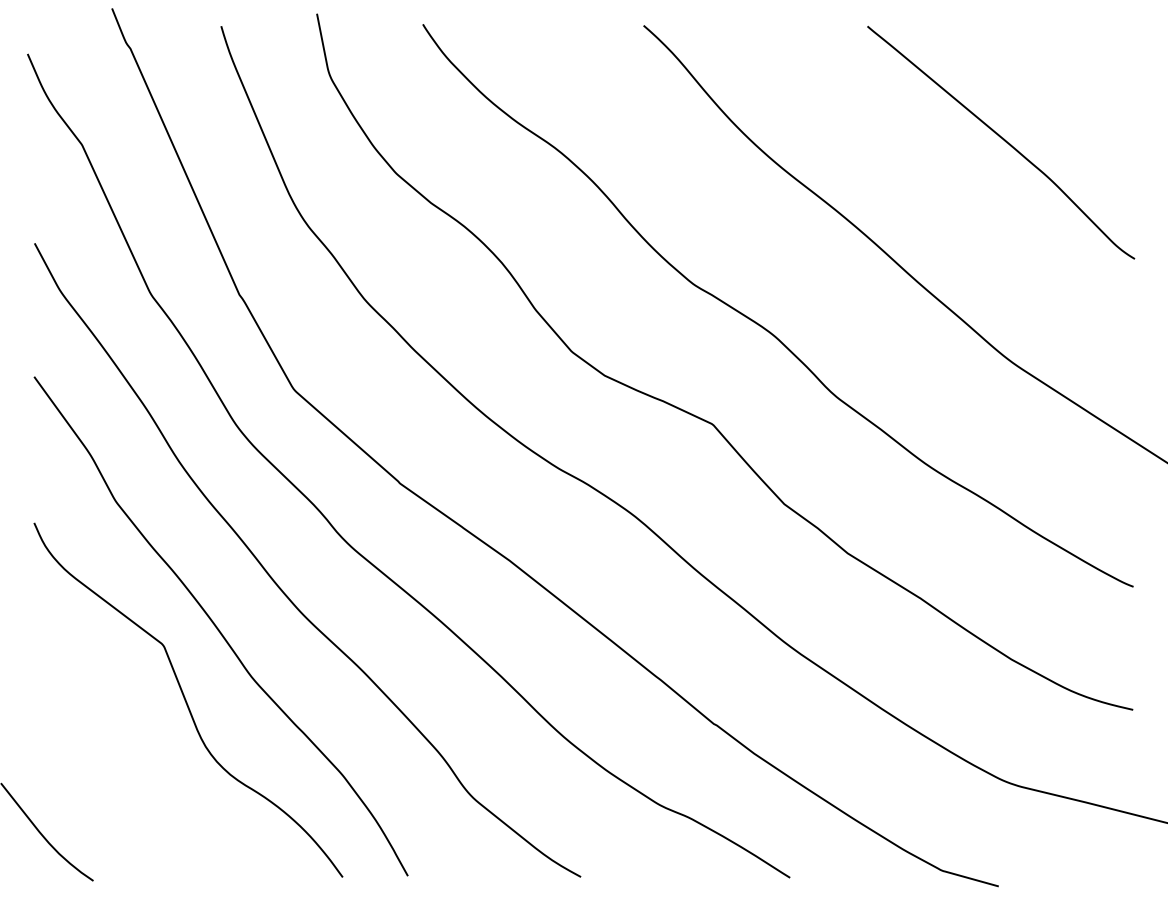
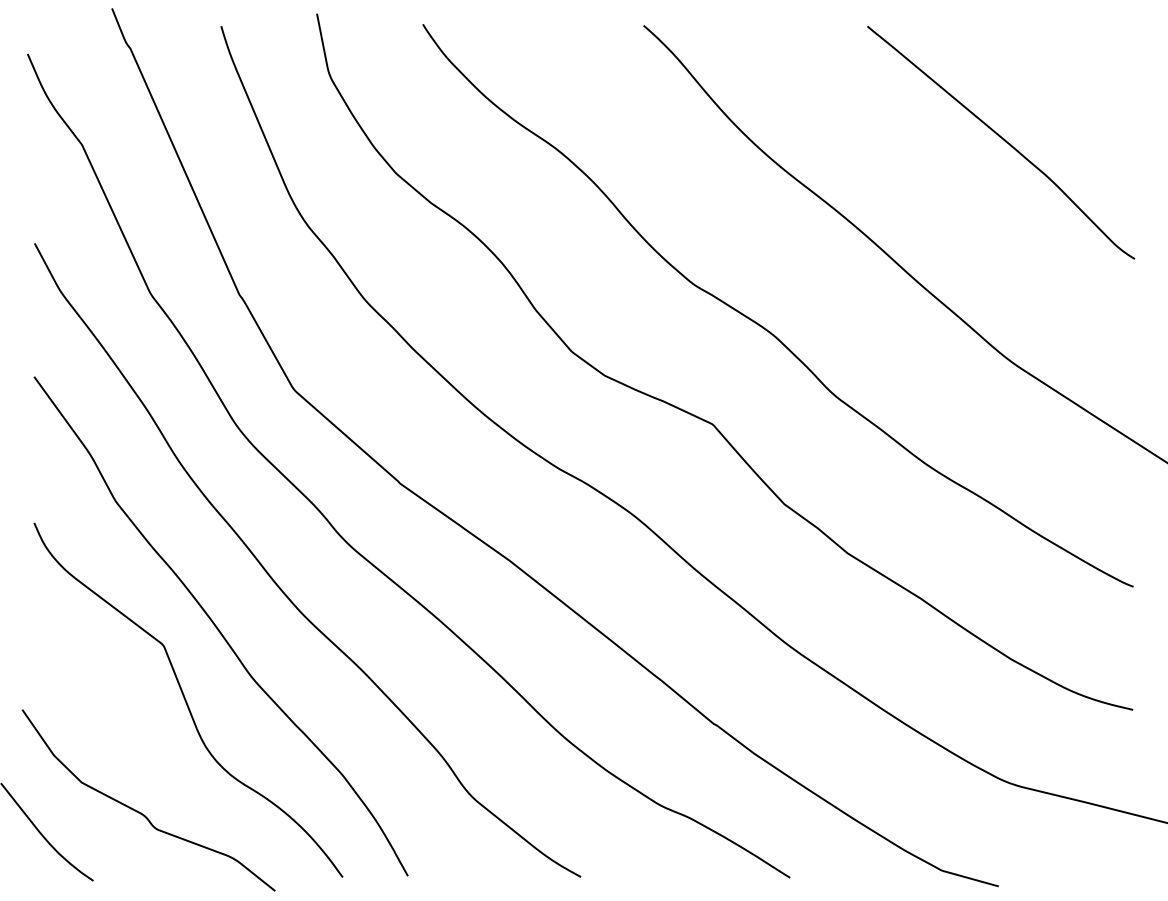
curve at (141, 812): none -> present
